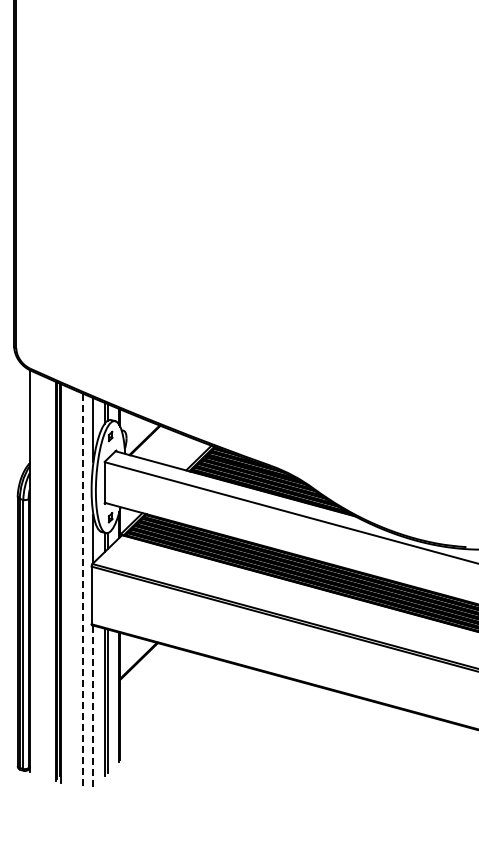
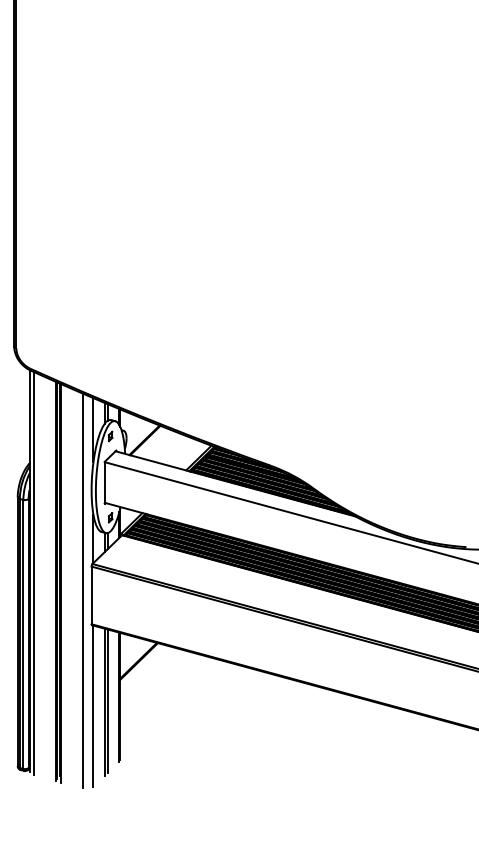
line at (33, 573): none -> present
line at (82, 591): dashed -> solid
line at (93, 706): dashed -> solid
